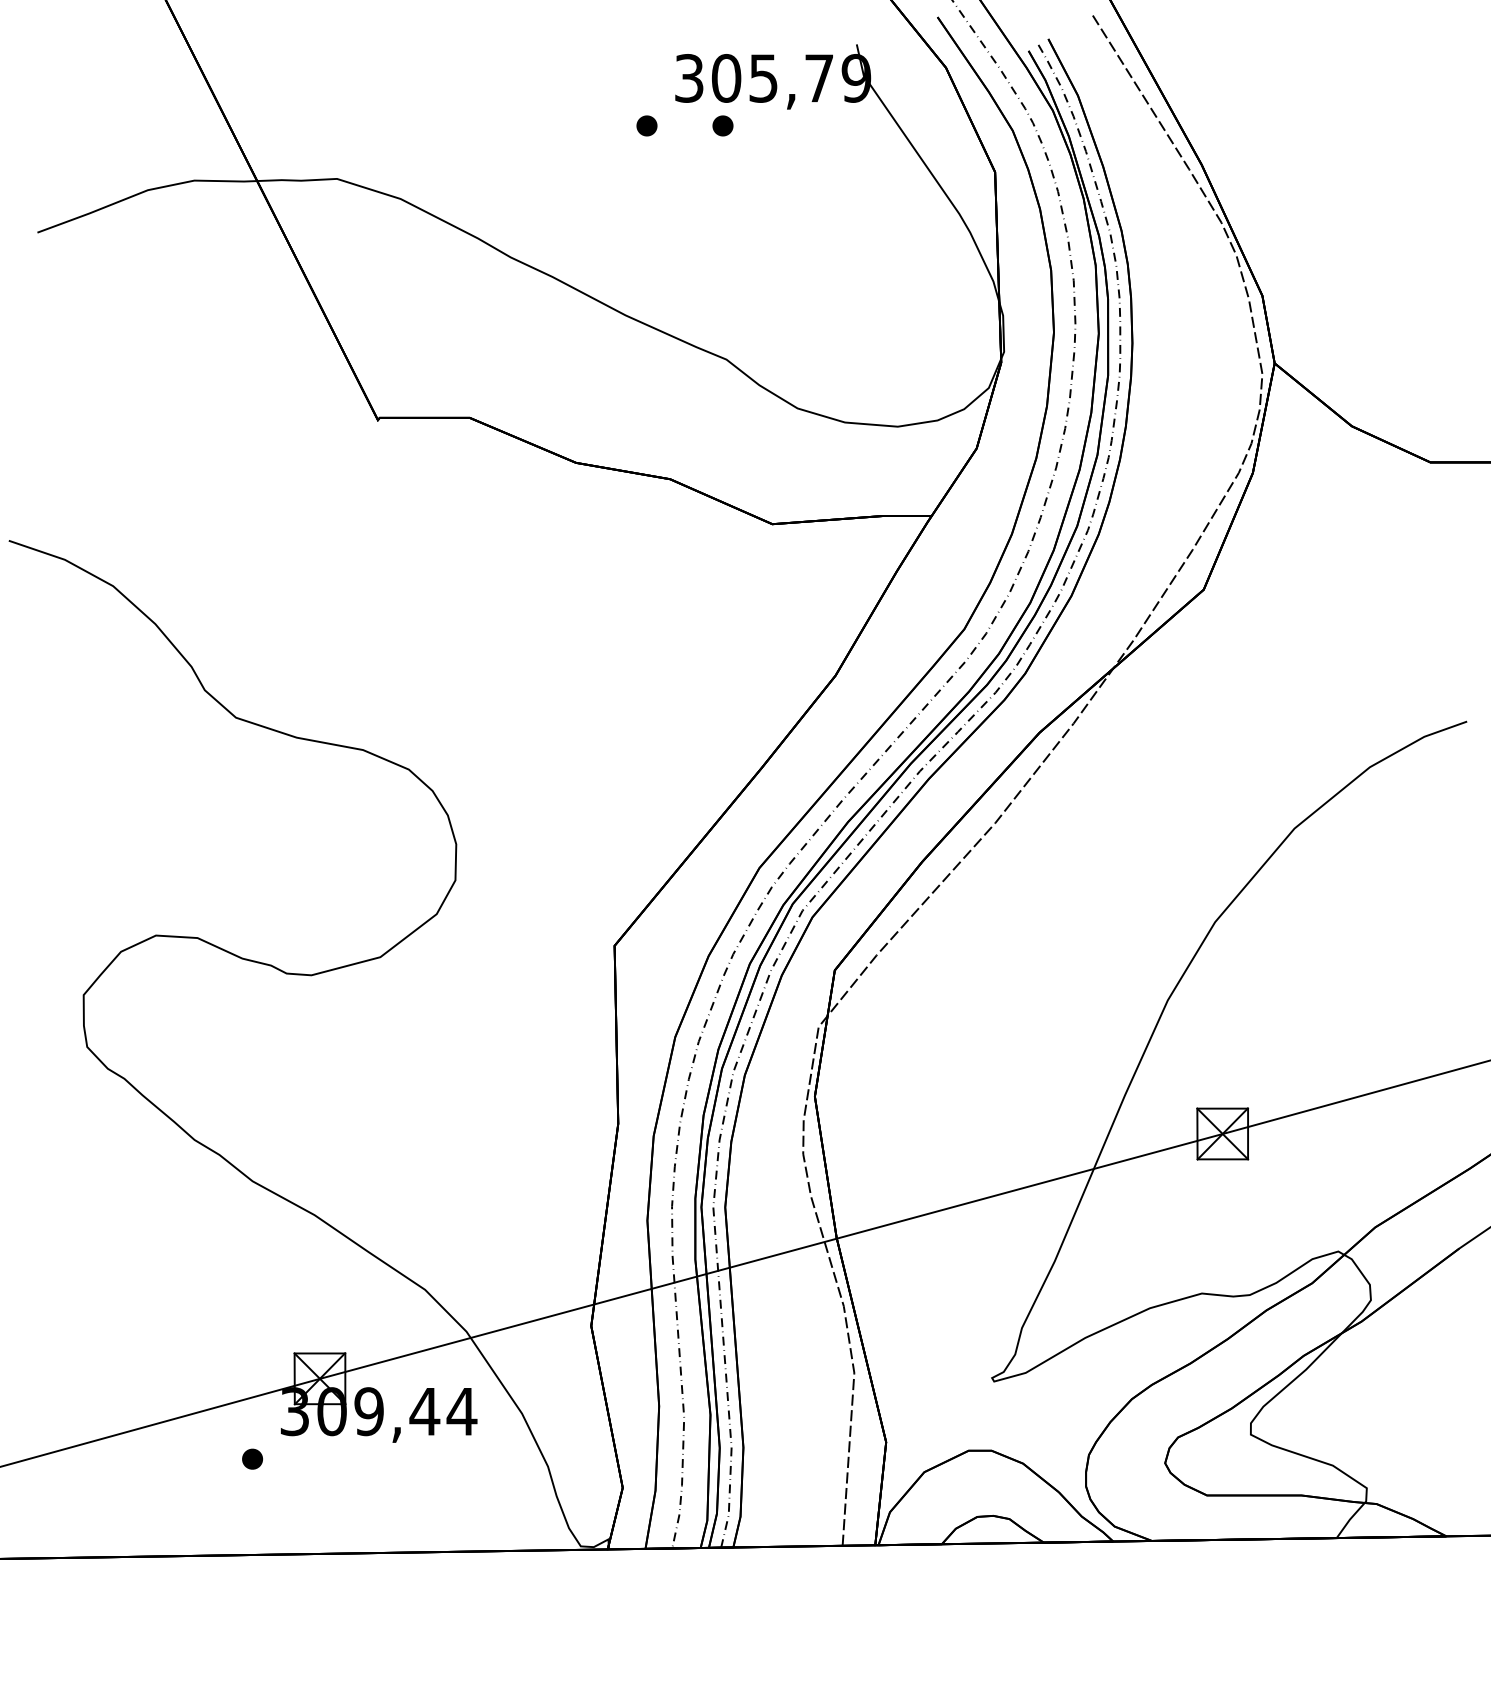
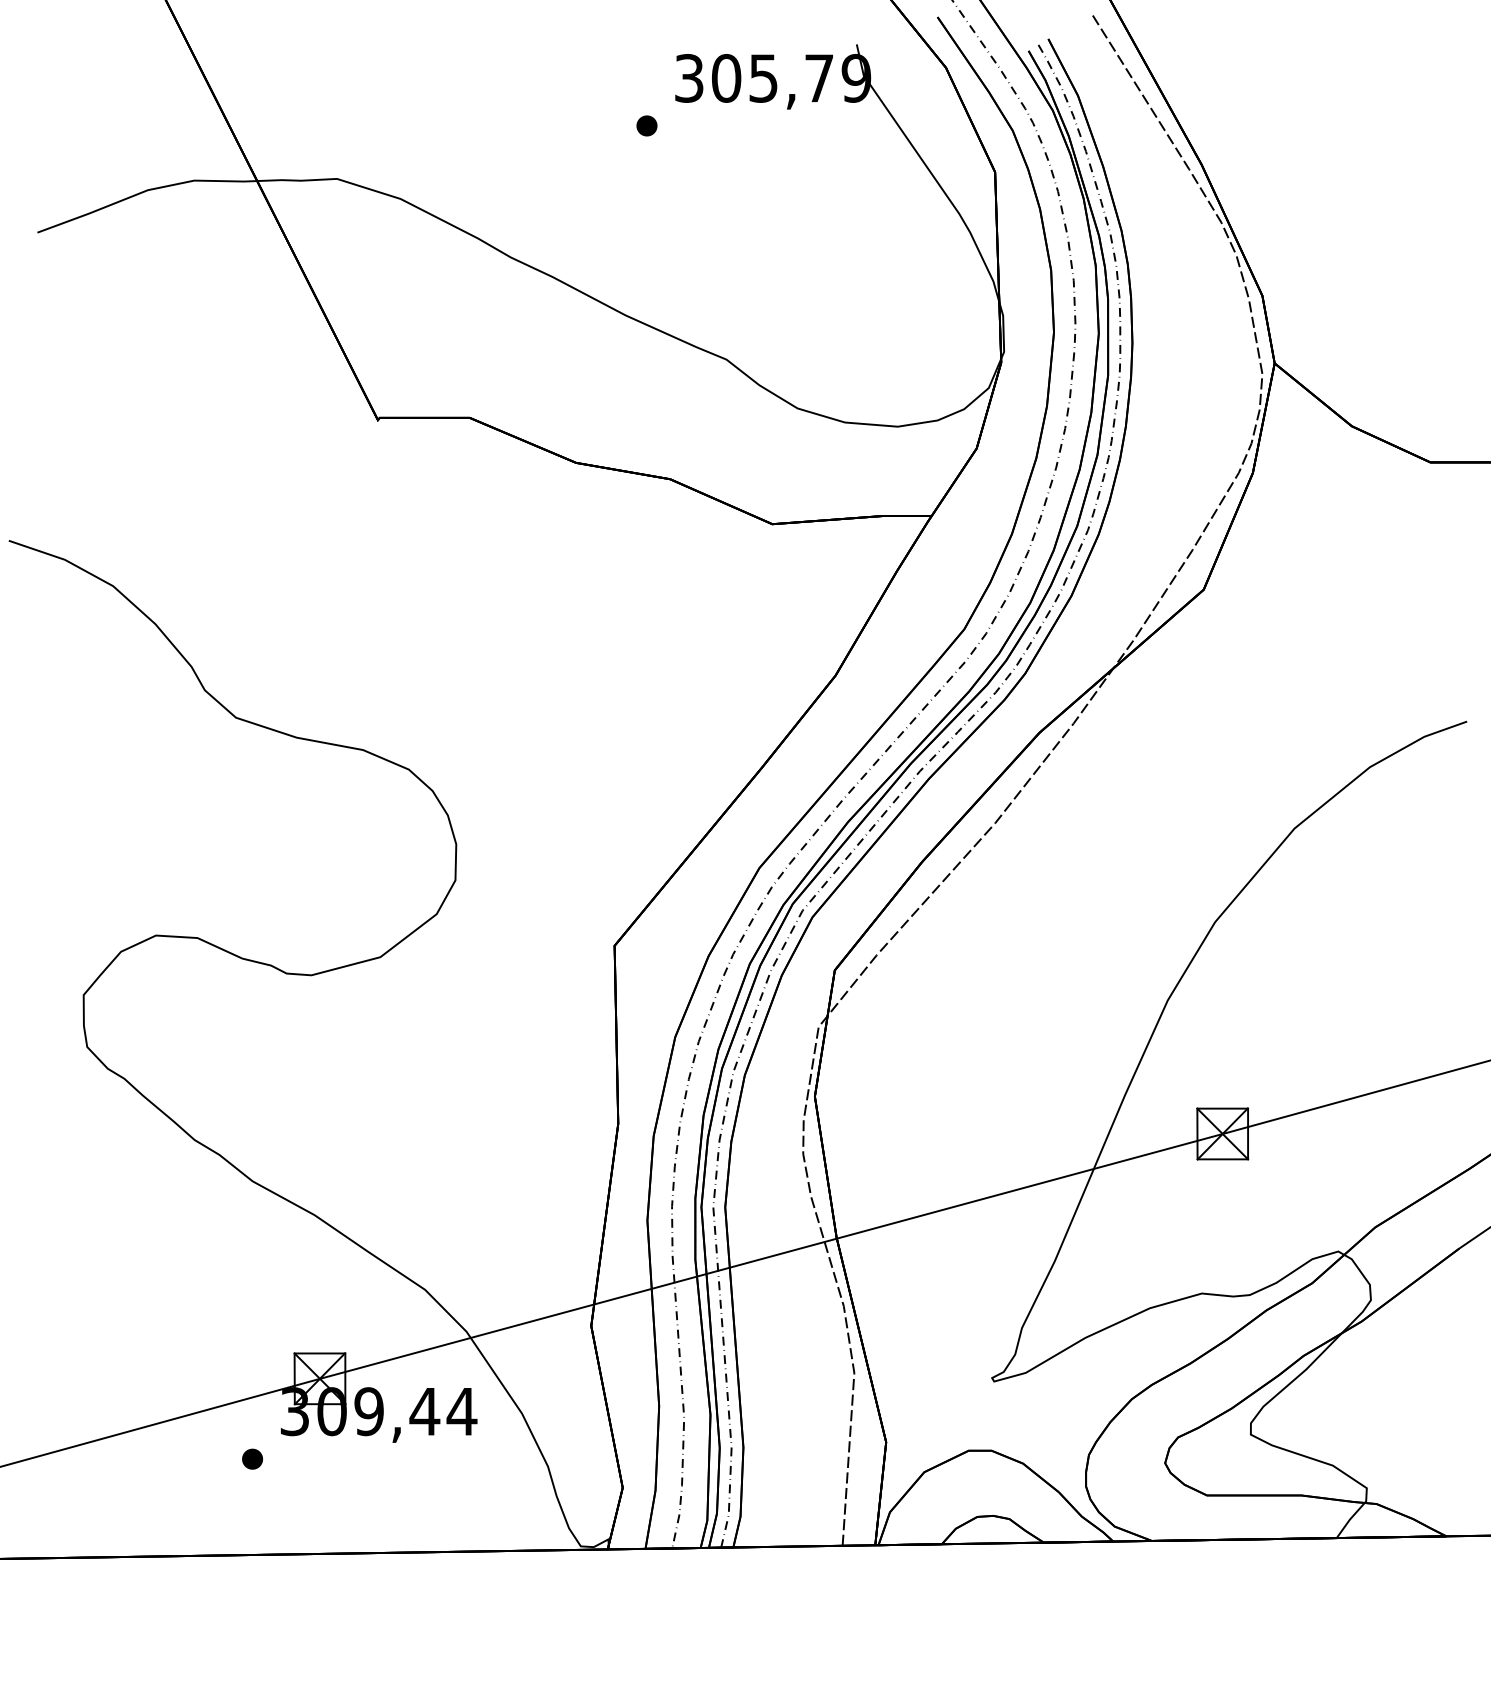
part at (722, 125): present -> none
